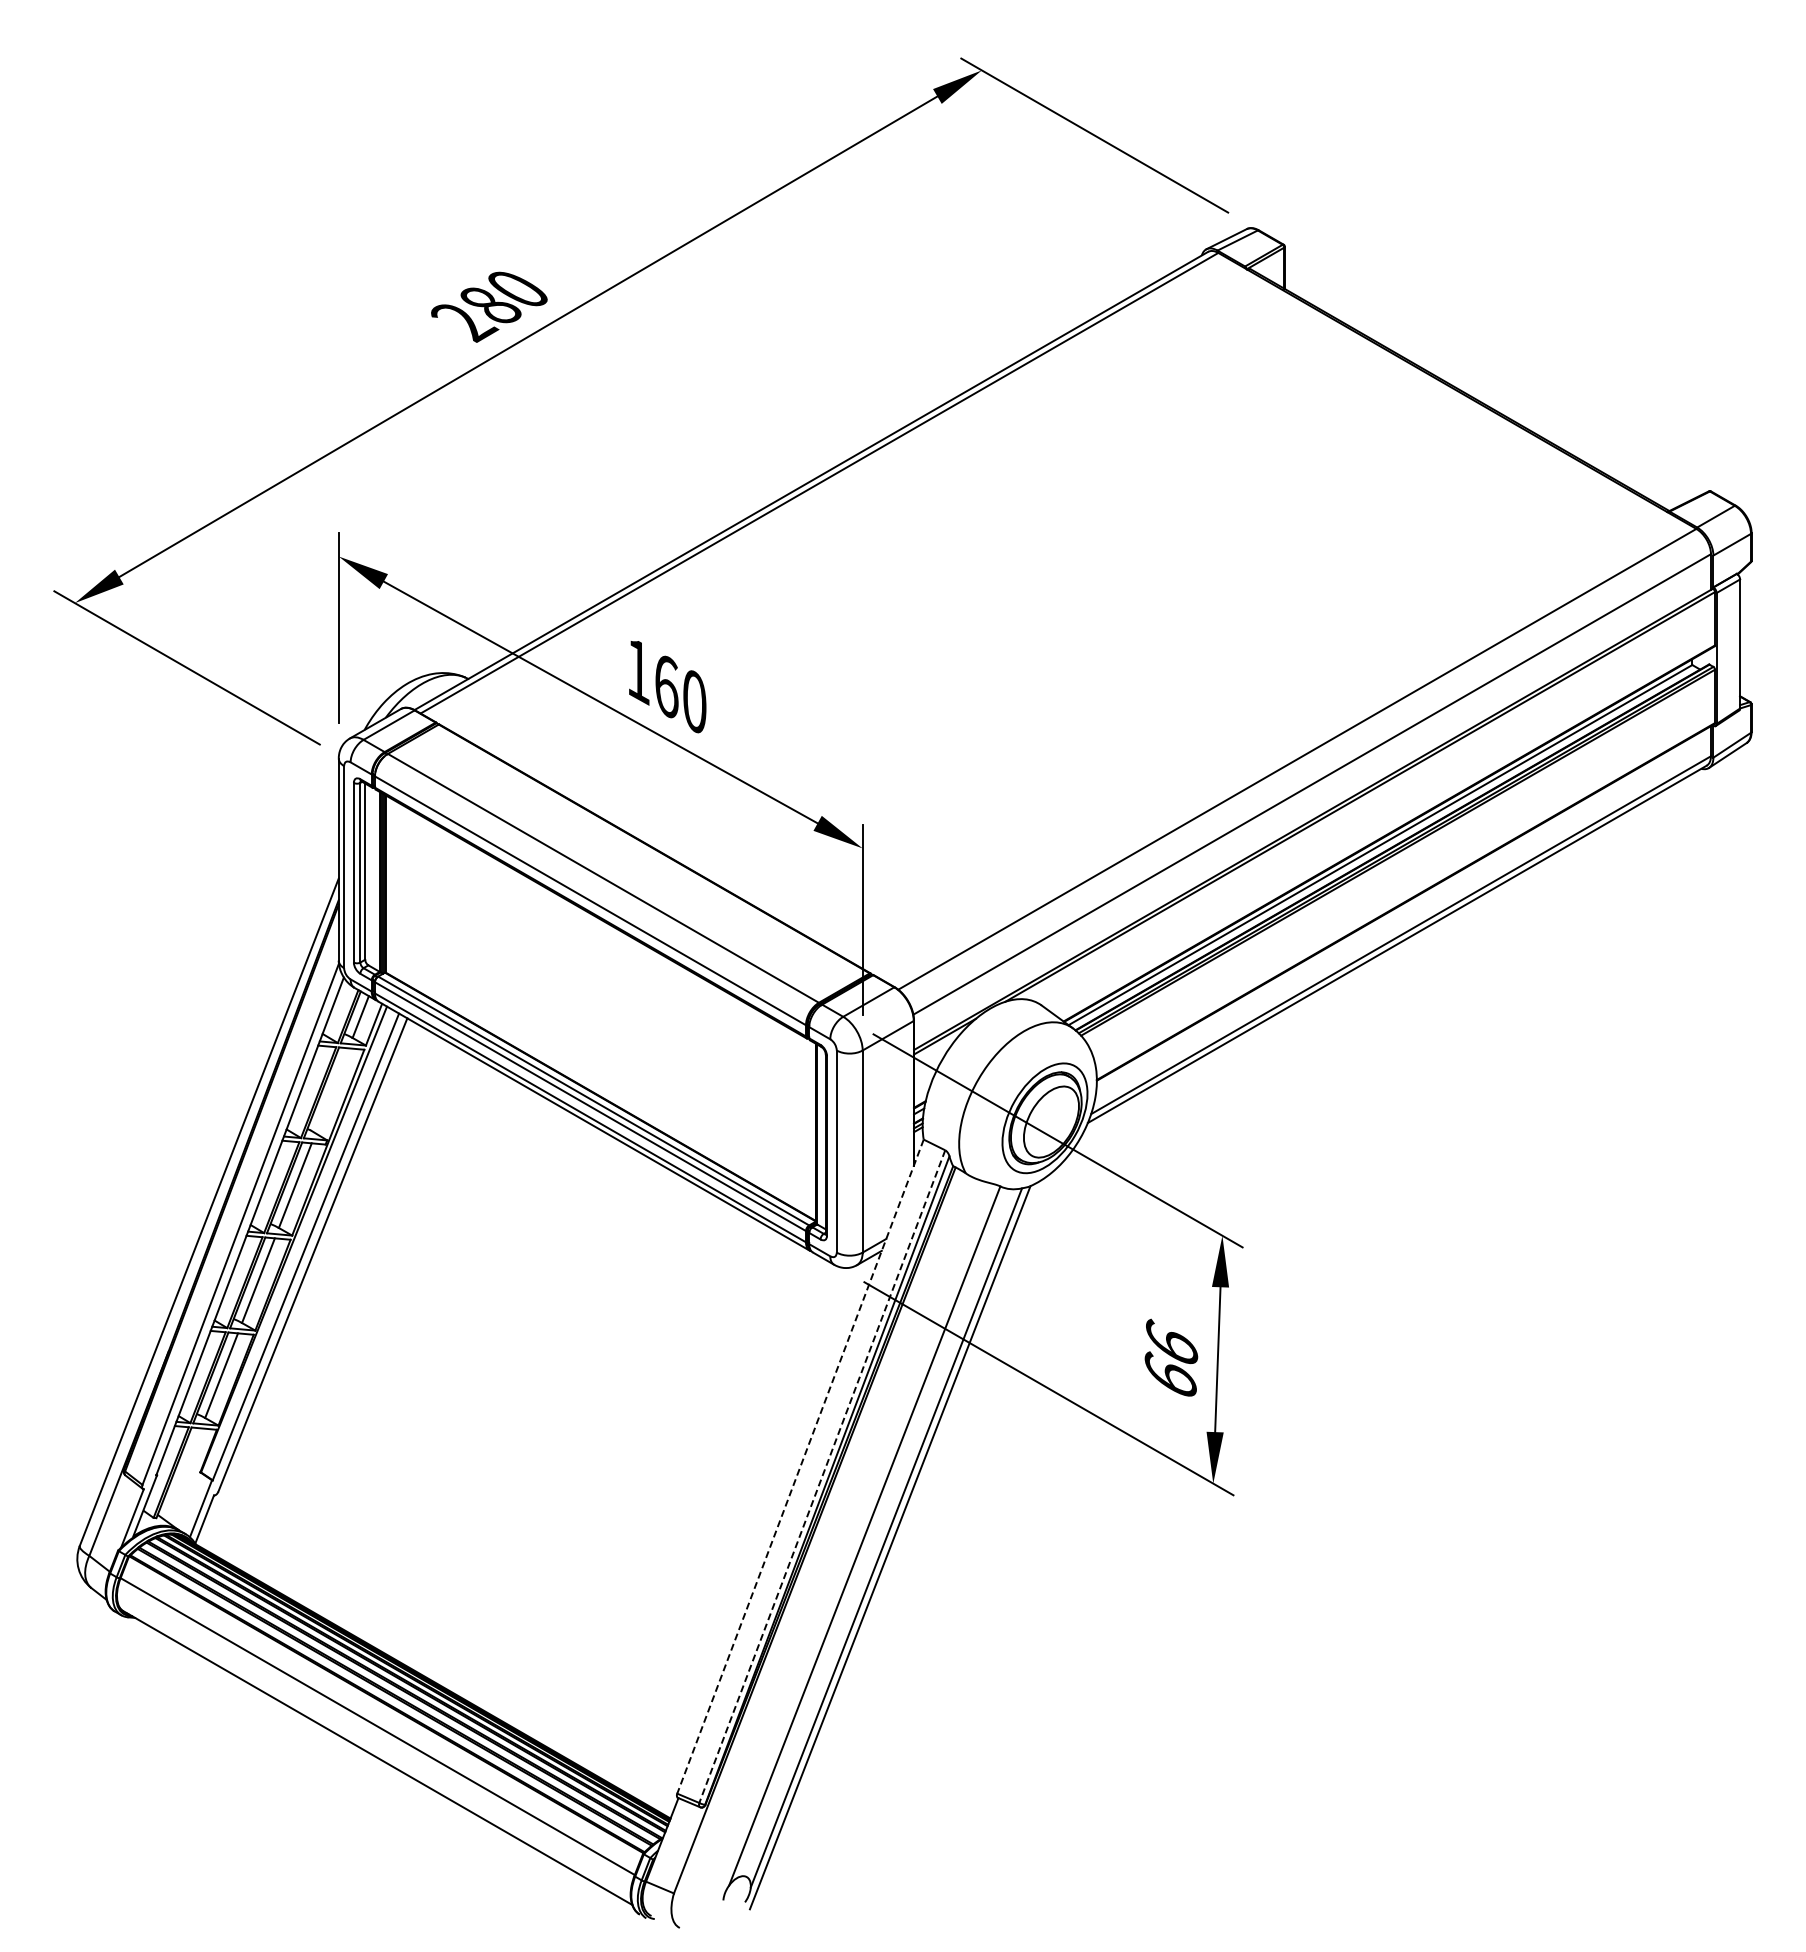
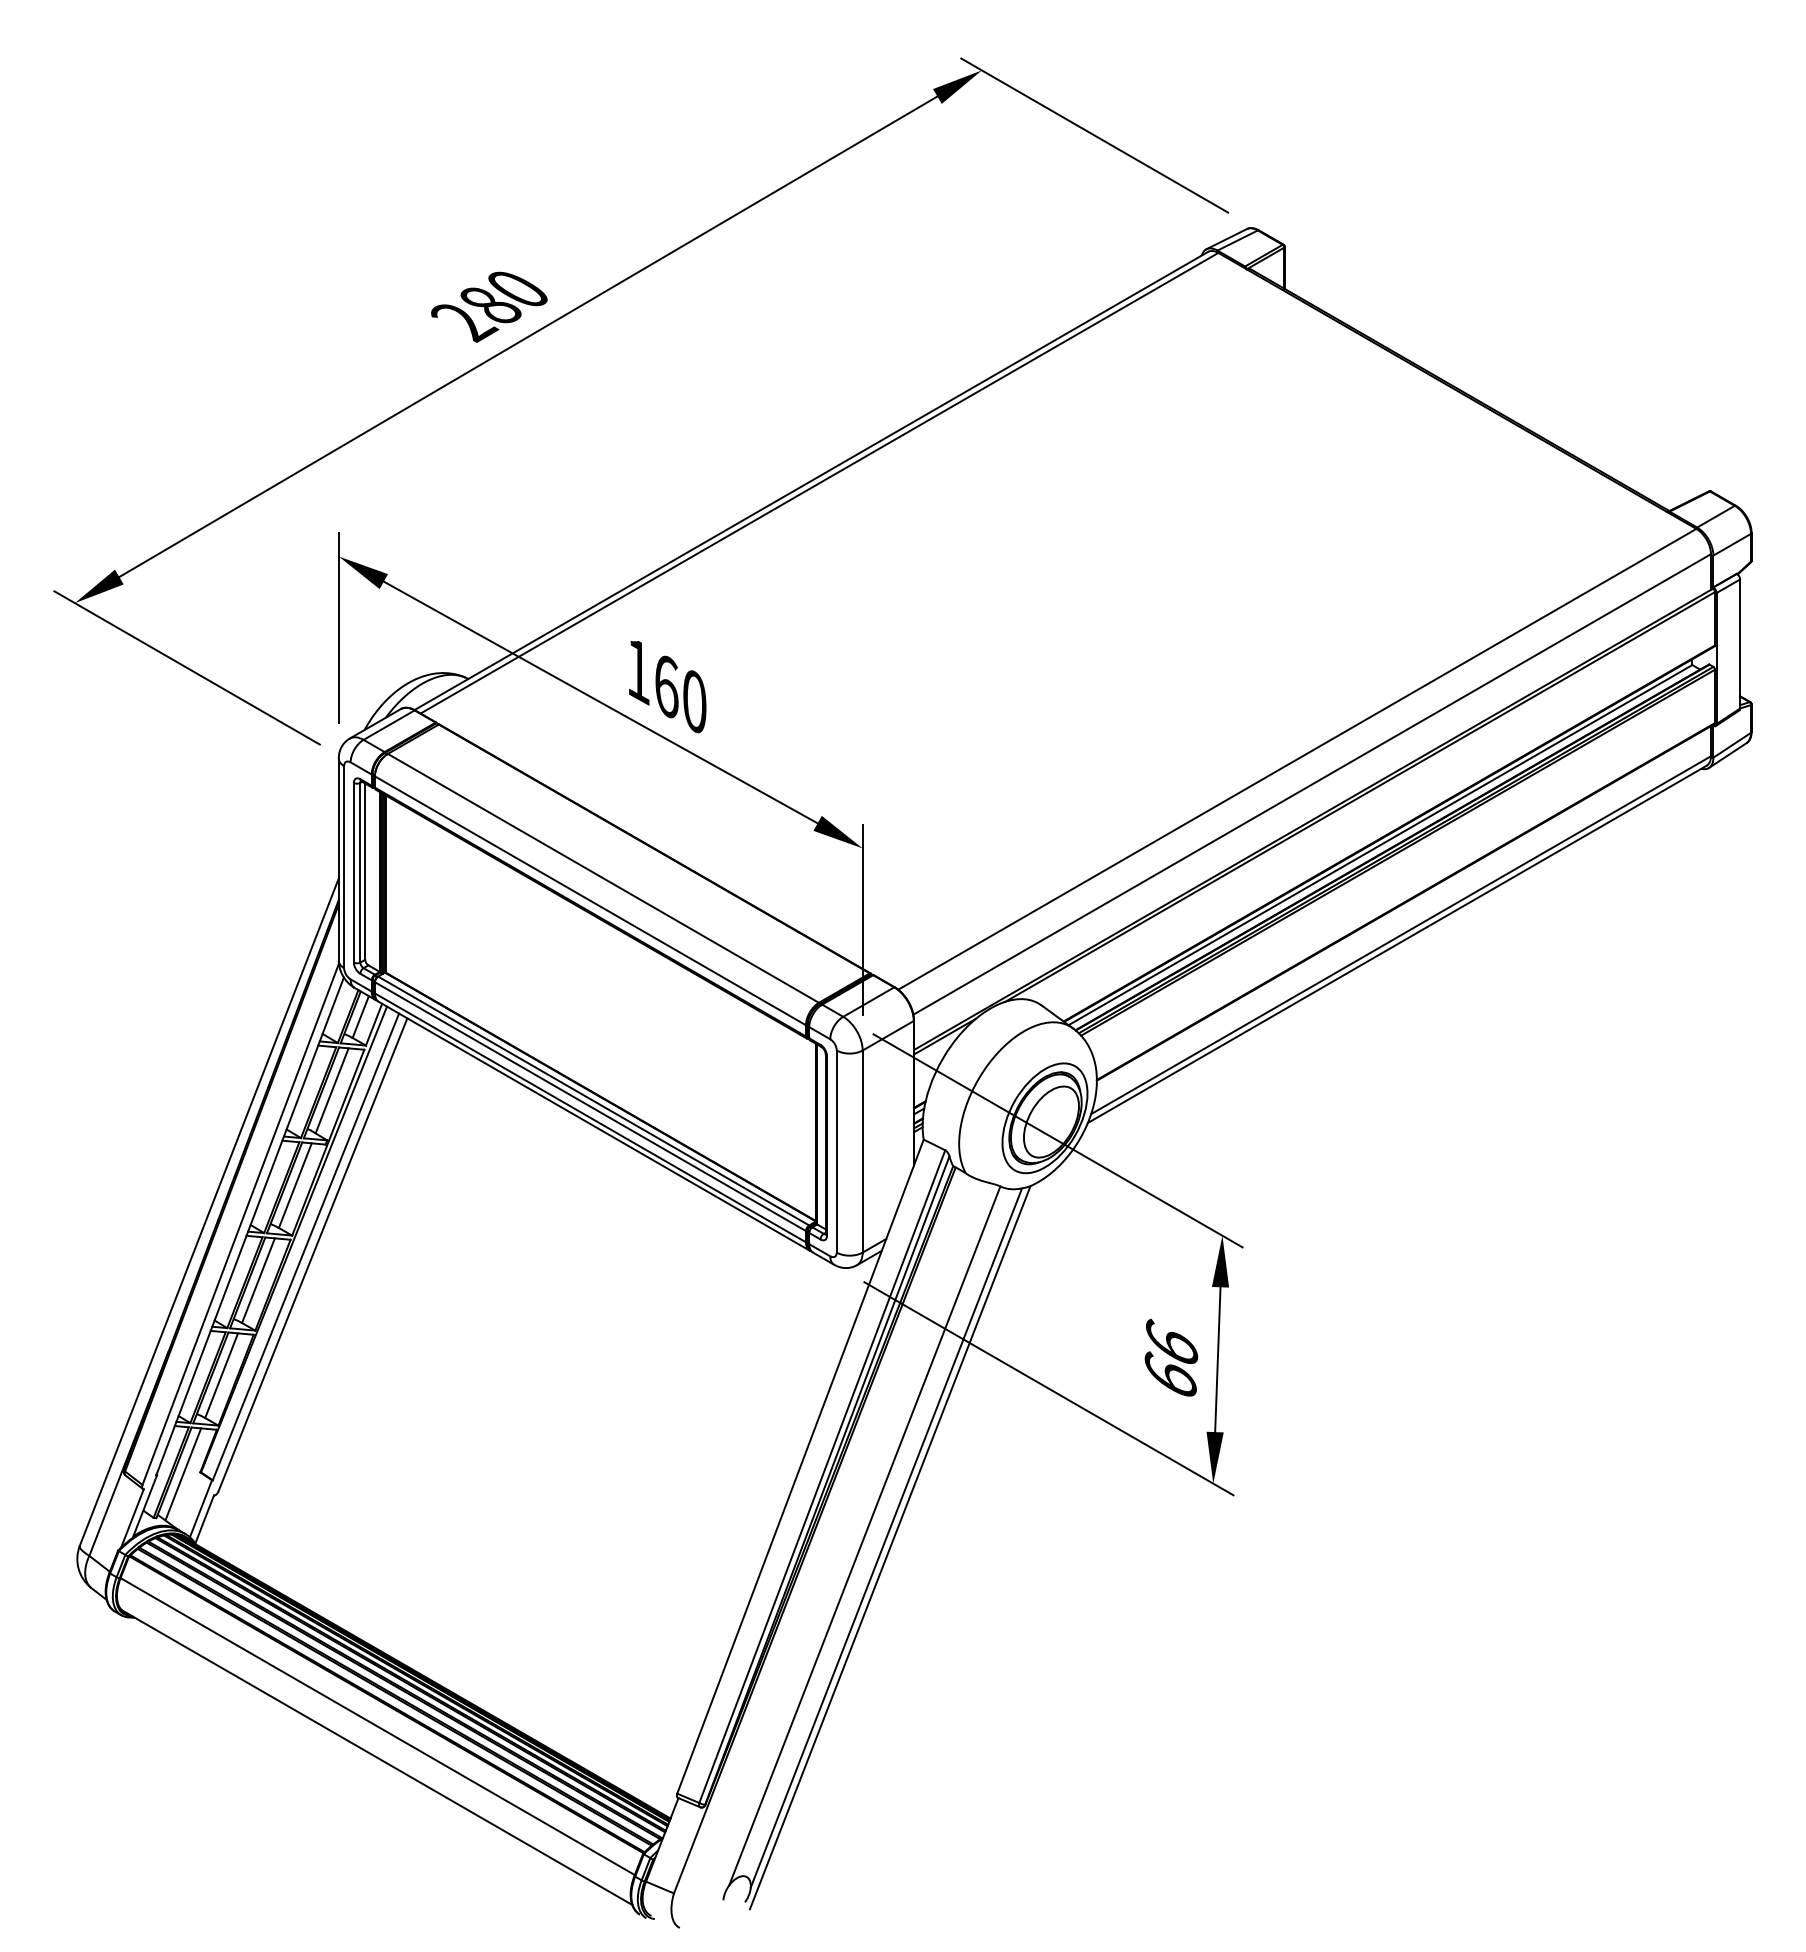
line at (331, 1090): none -> present
line at (800, 1467): dashed -> solid
line at (183, 1474): none -> present
line at (822, 1476): dashed -> solid
